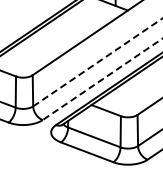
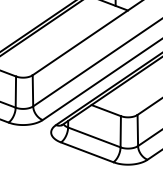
line at (98, 61): dashed -> solid
line at (102, 79): dashed -> solid
